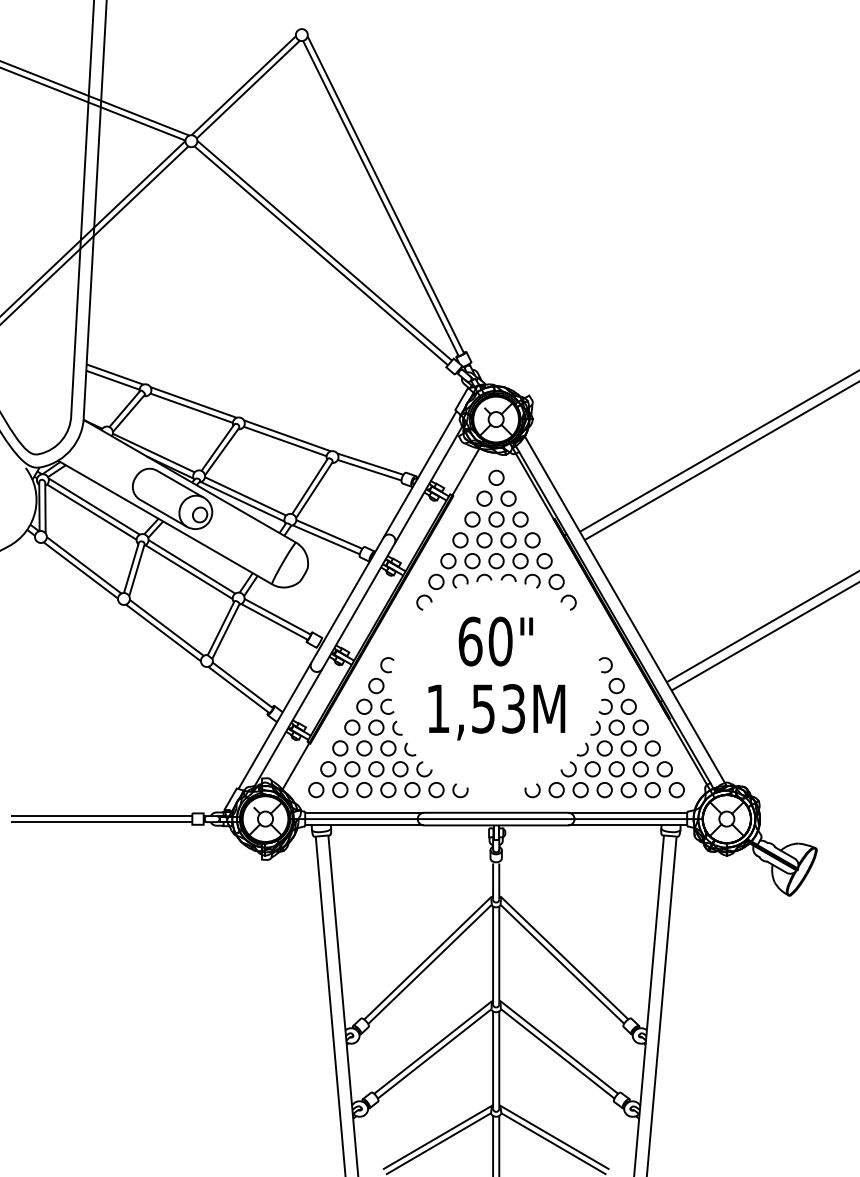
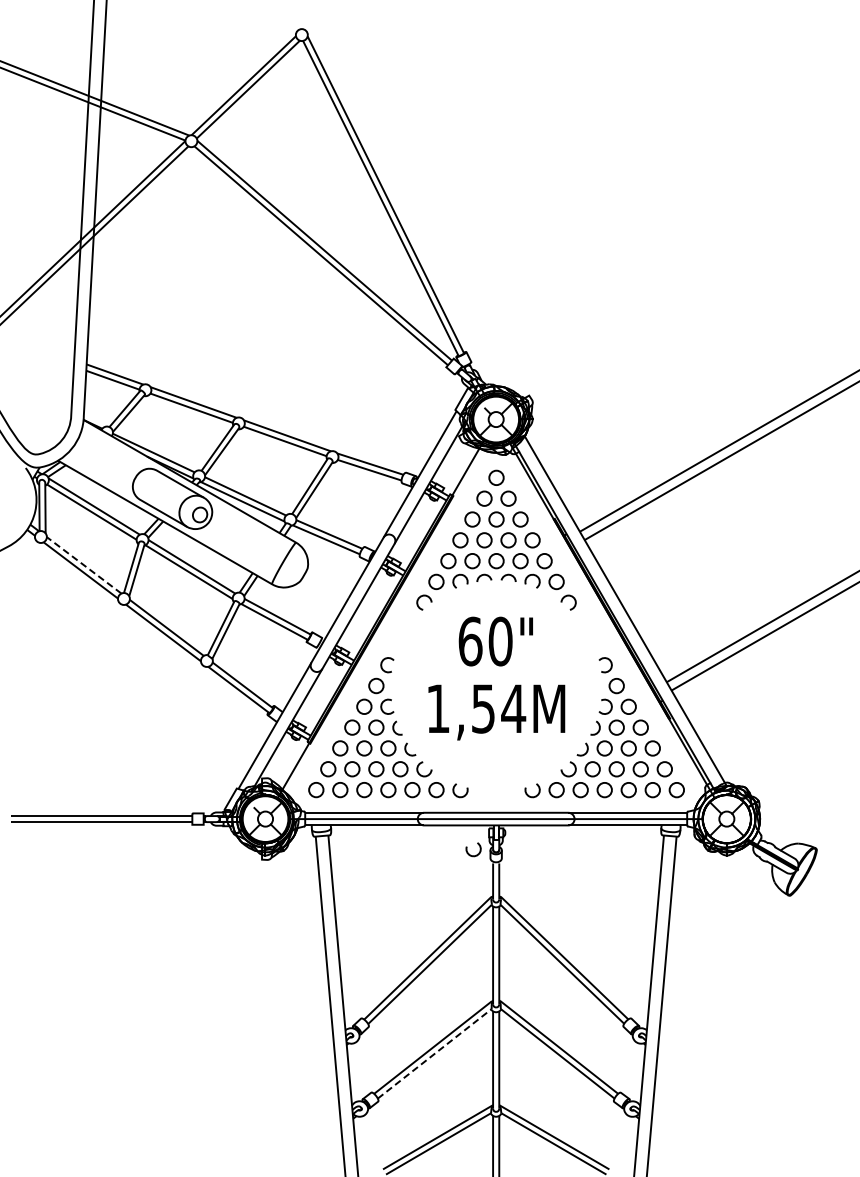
line at (84, 565): solid -> dashed
text at (513, 708): 1,53M -> 1,54M
arc at (469, 853): none -> present
line at (434, 1053): solid -> dashed
